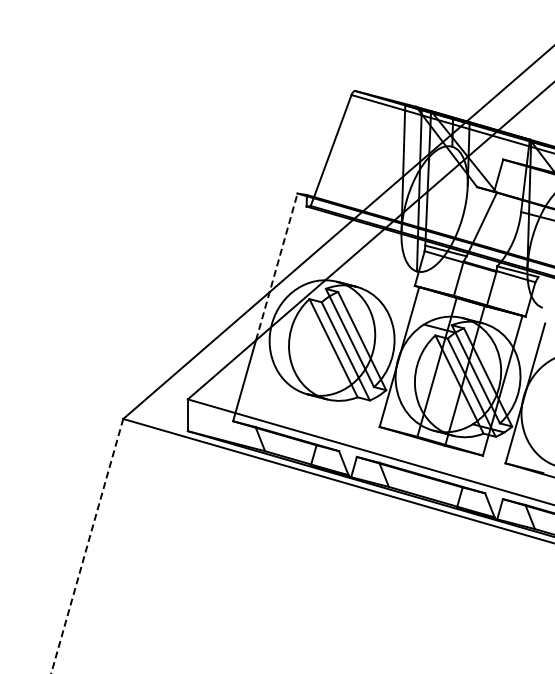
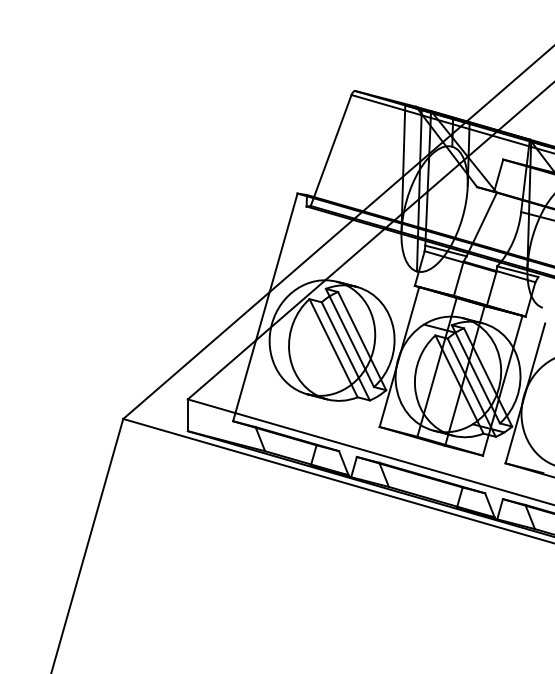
line at (276, 266): dashed -> solid
line at (87, 545): dashed -> solid
